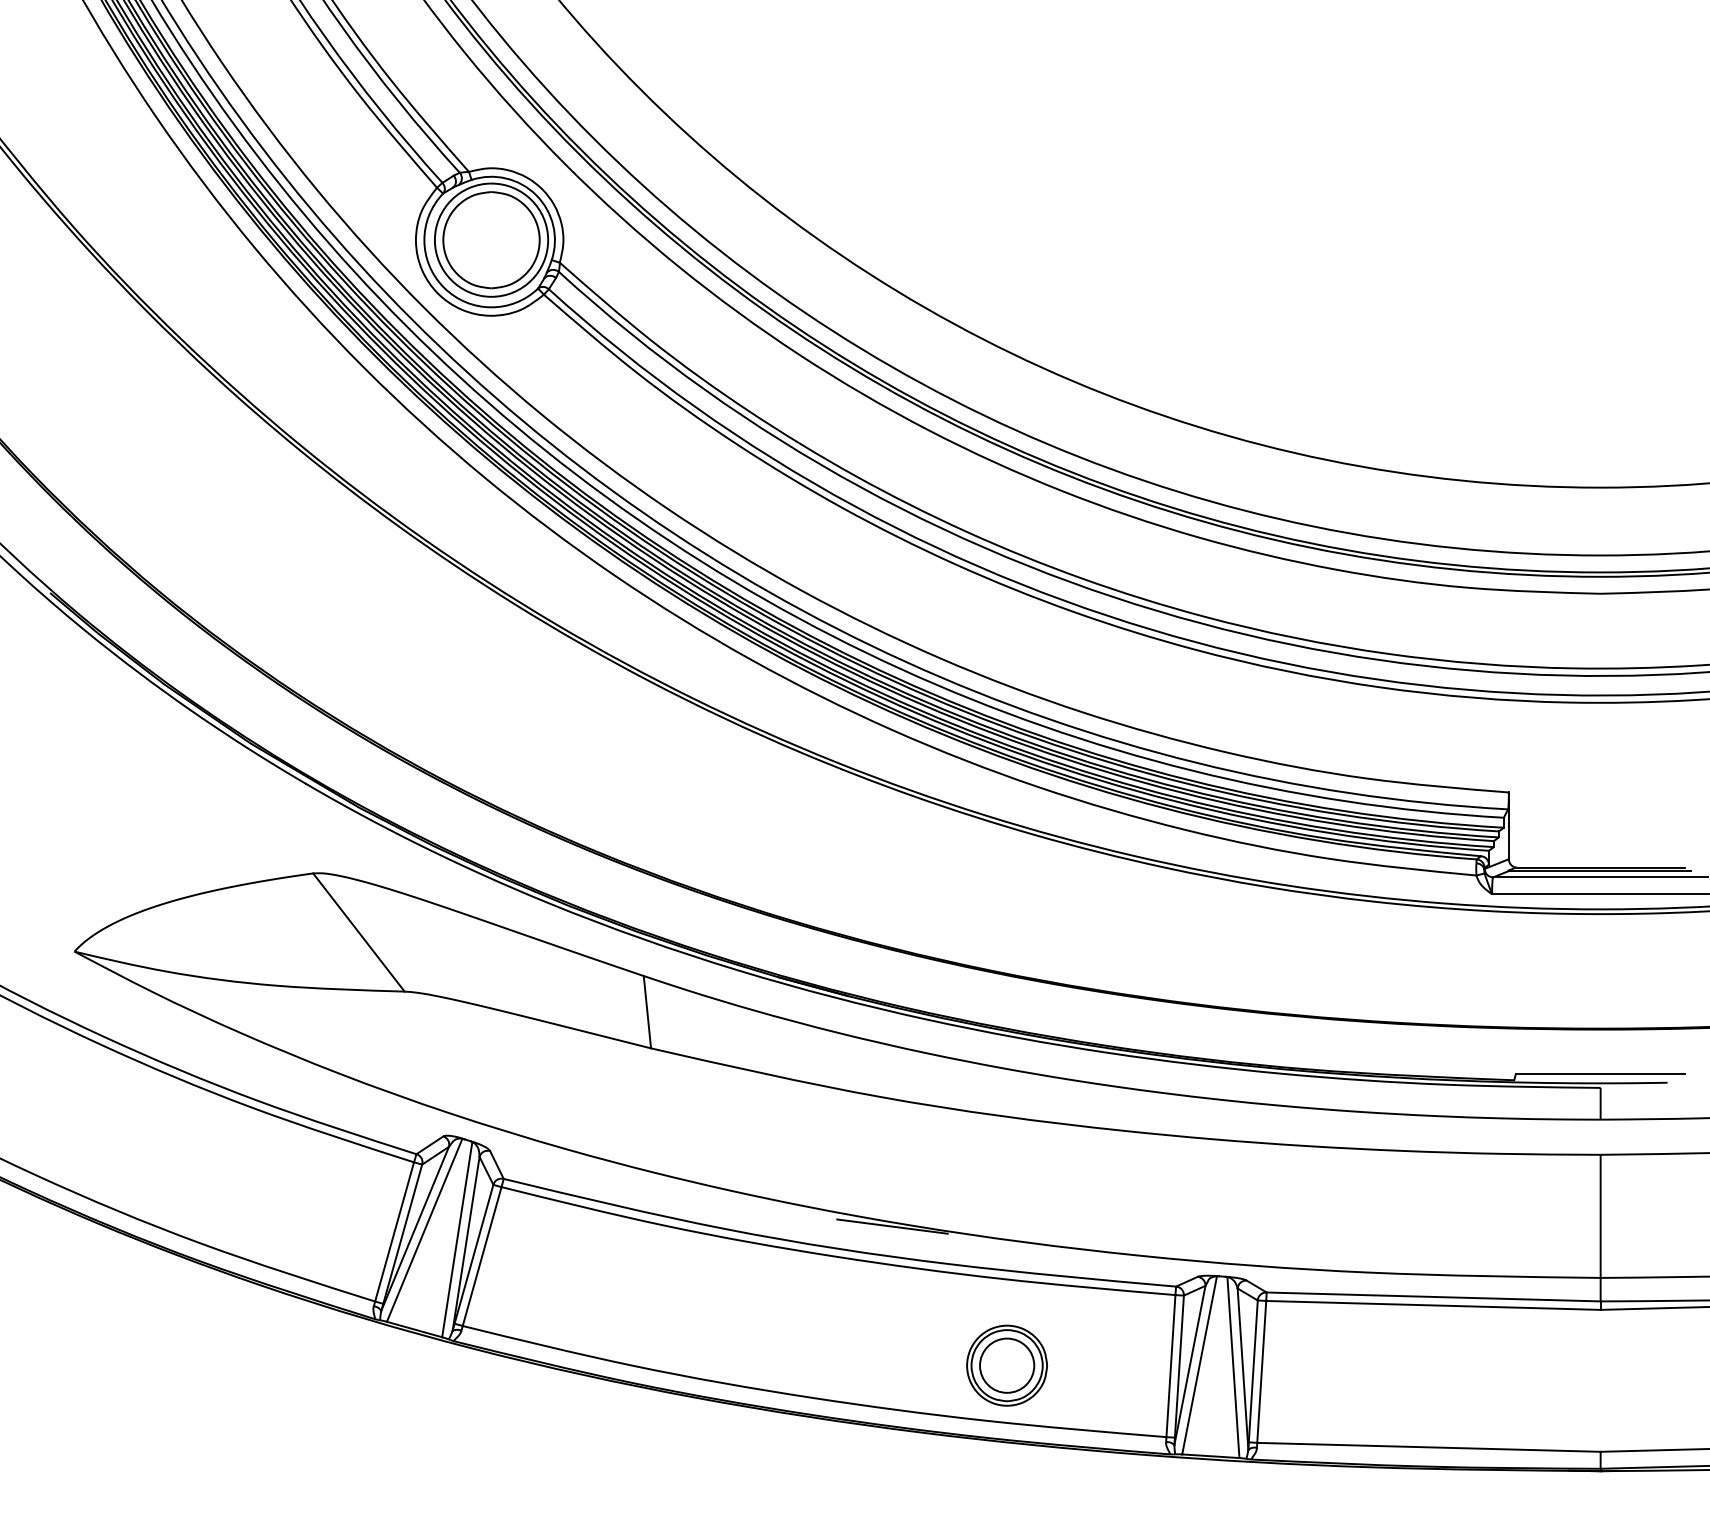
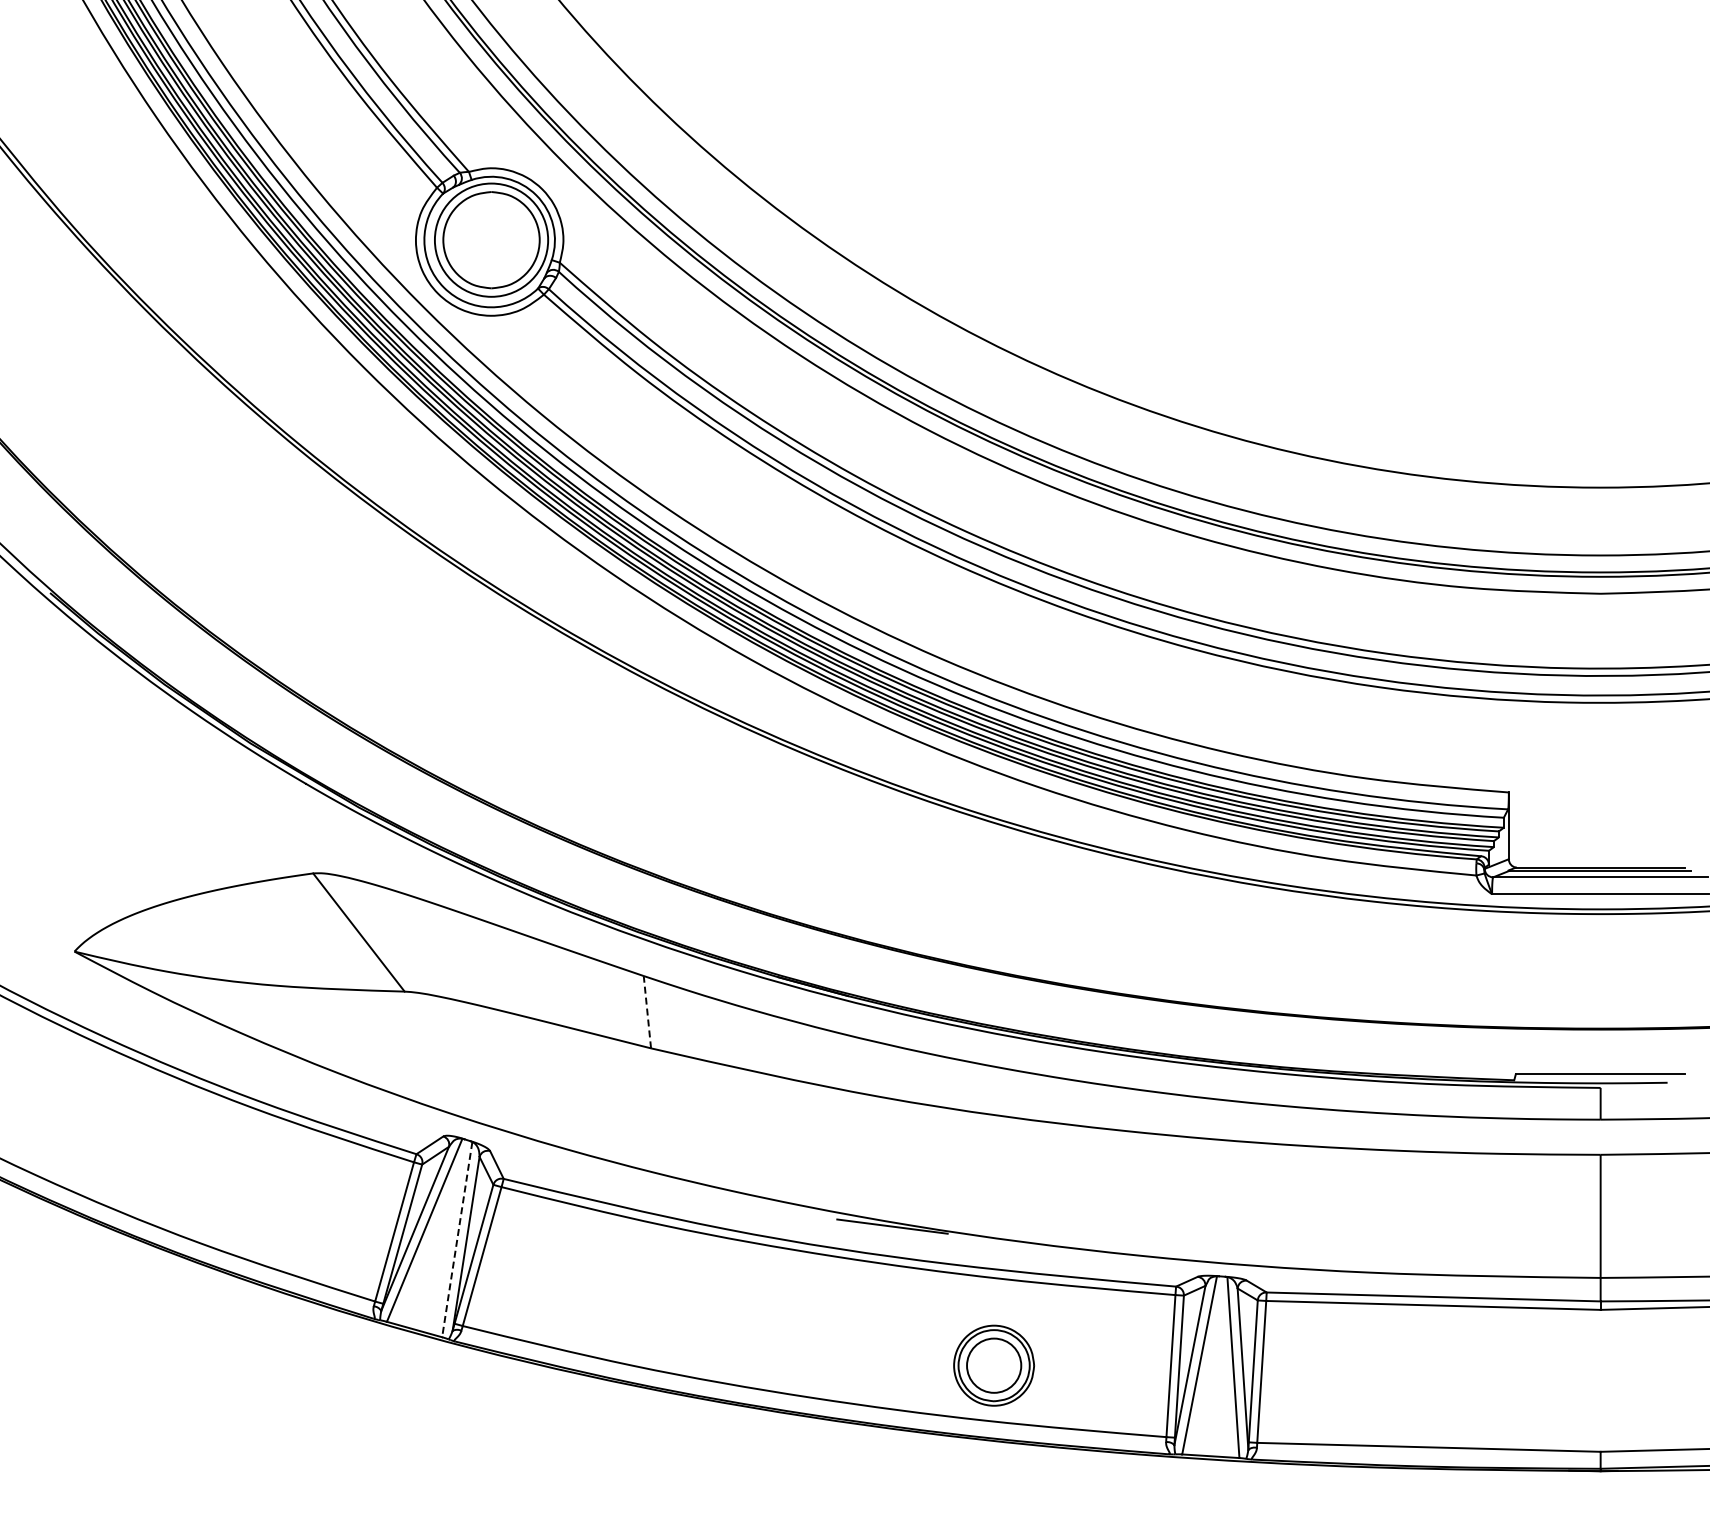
line at (647, 1011): solid -> dashed
line at (457, 1239): solid -> dashed
part at (1006, 1365) position: (1006, 1365) -> (993, 1365)
